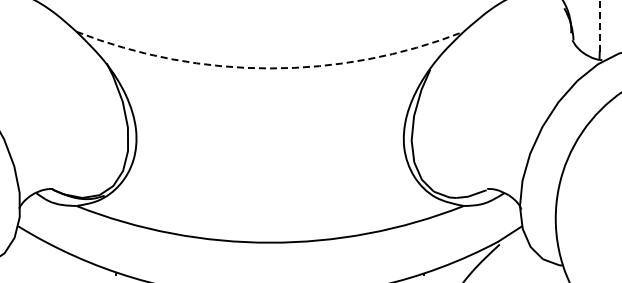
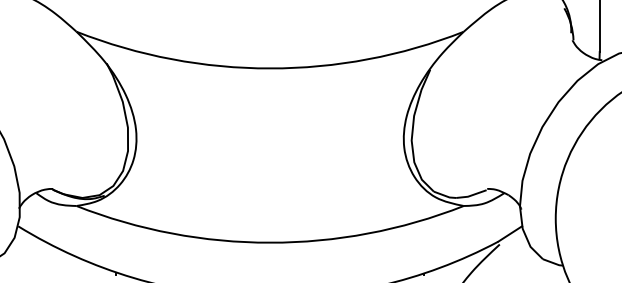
line at (599, 26): dashed -> solid
arc at (270, 68): dashed -> solid
